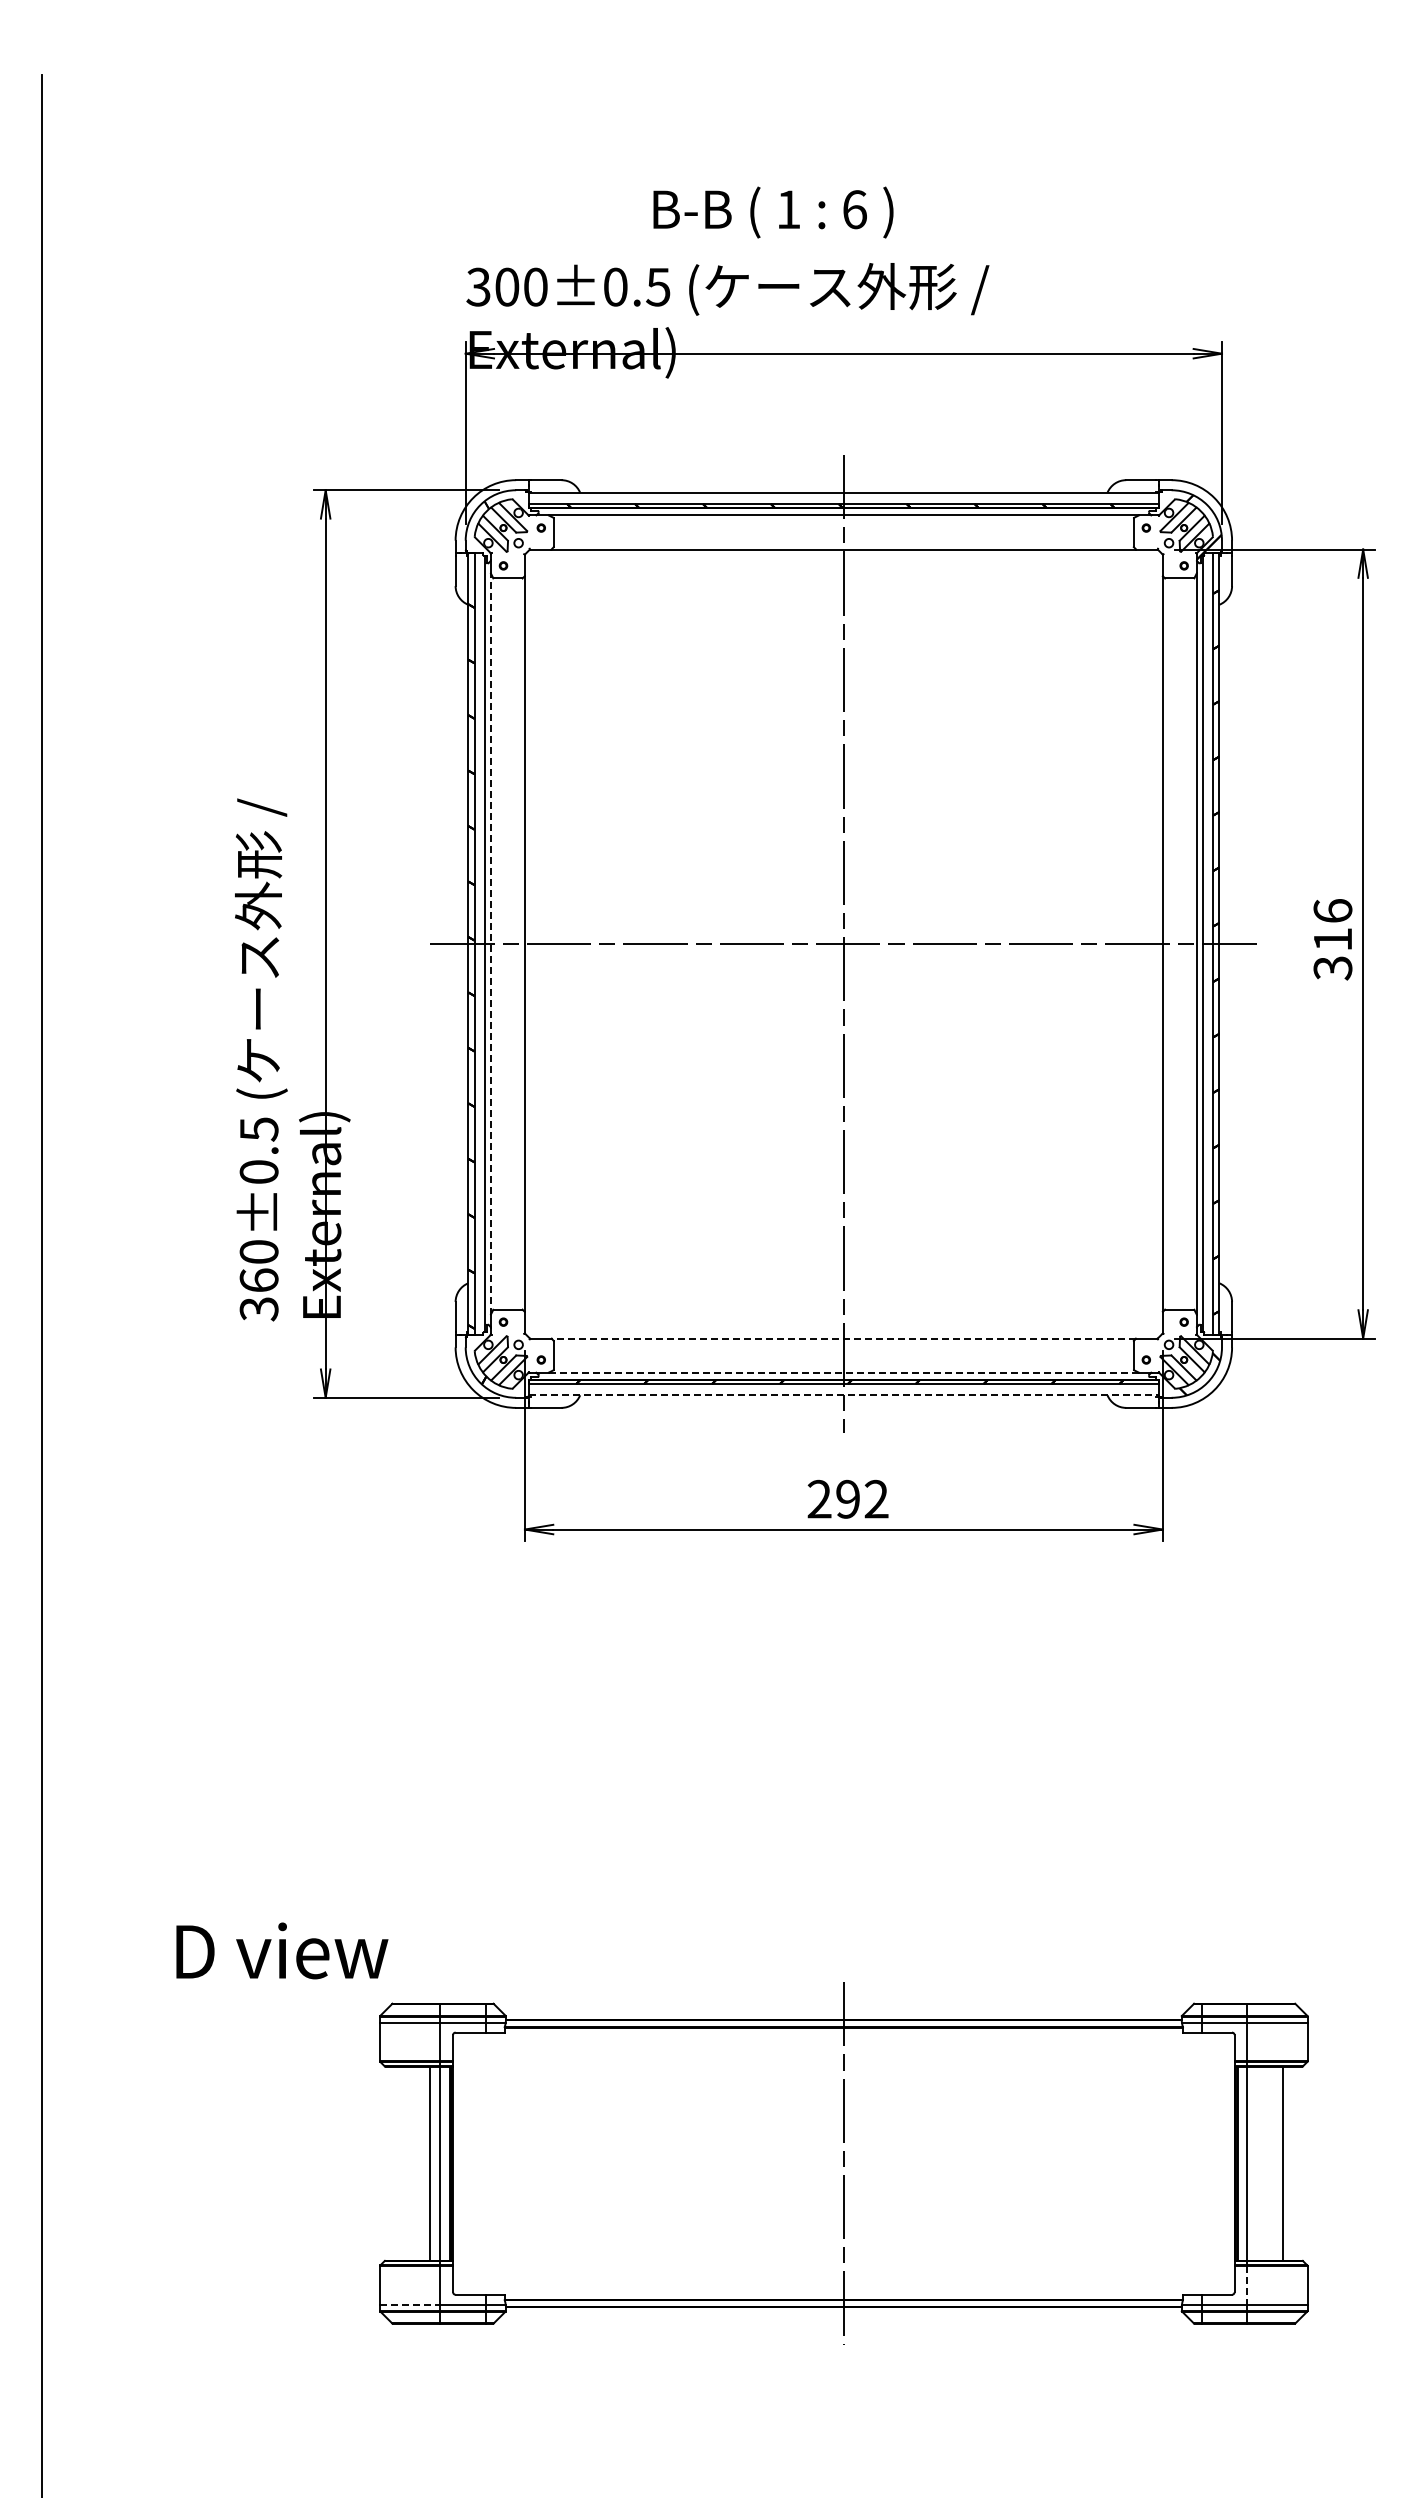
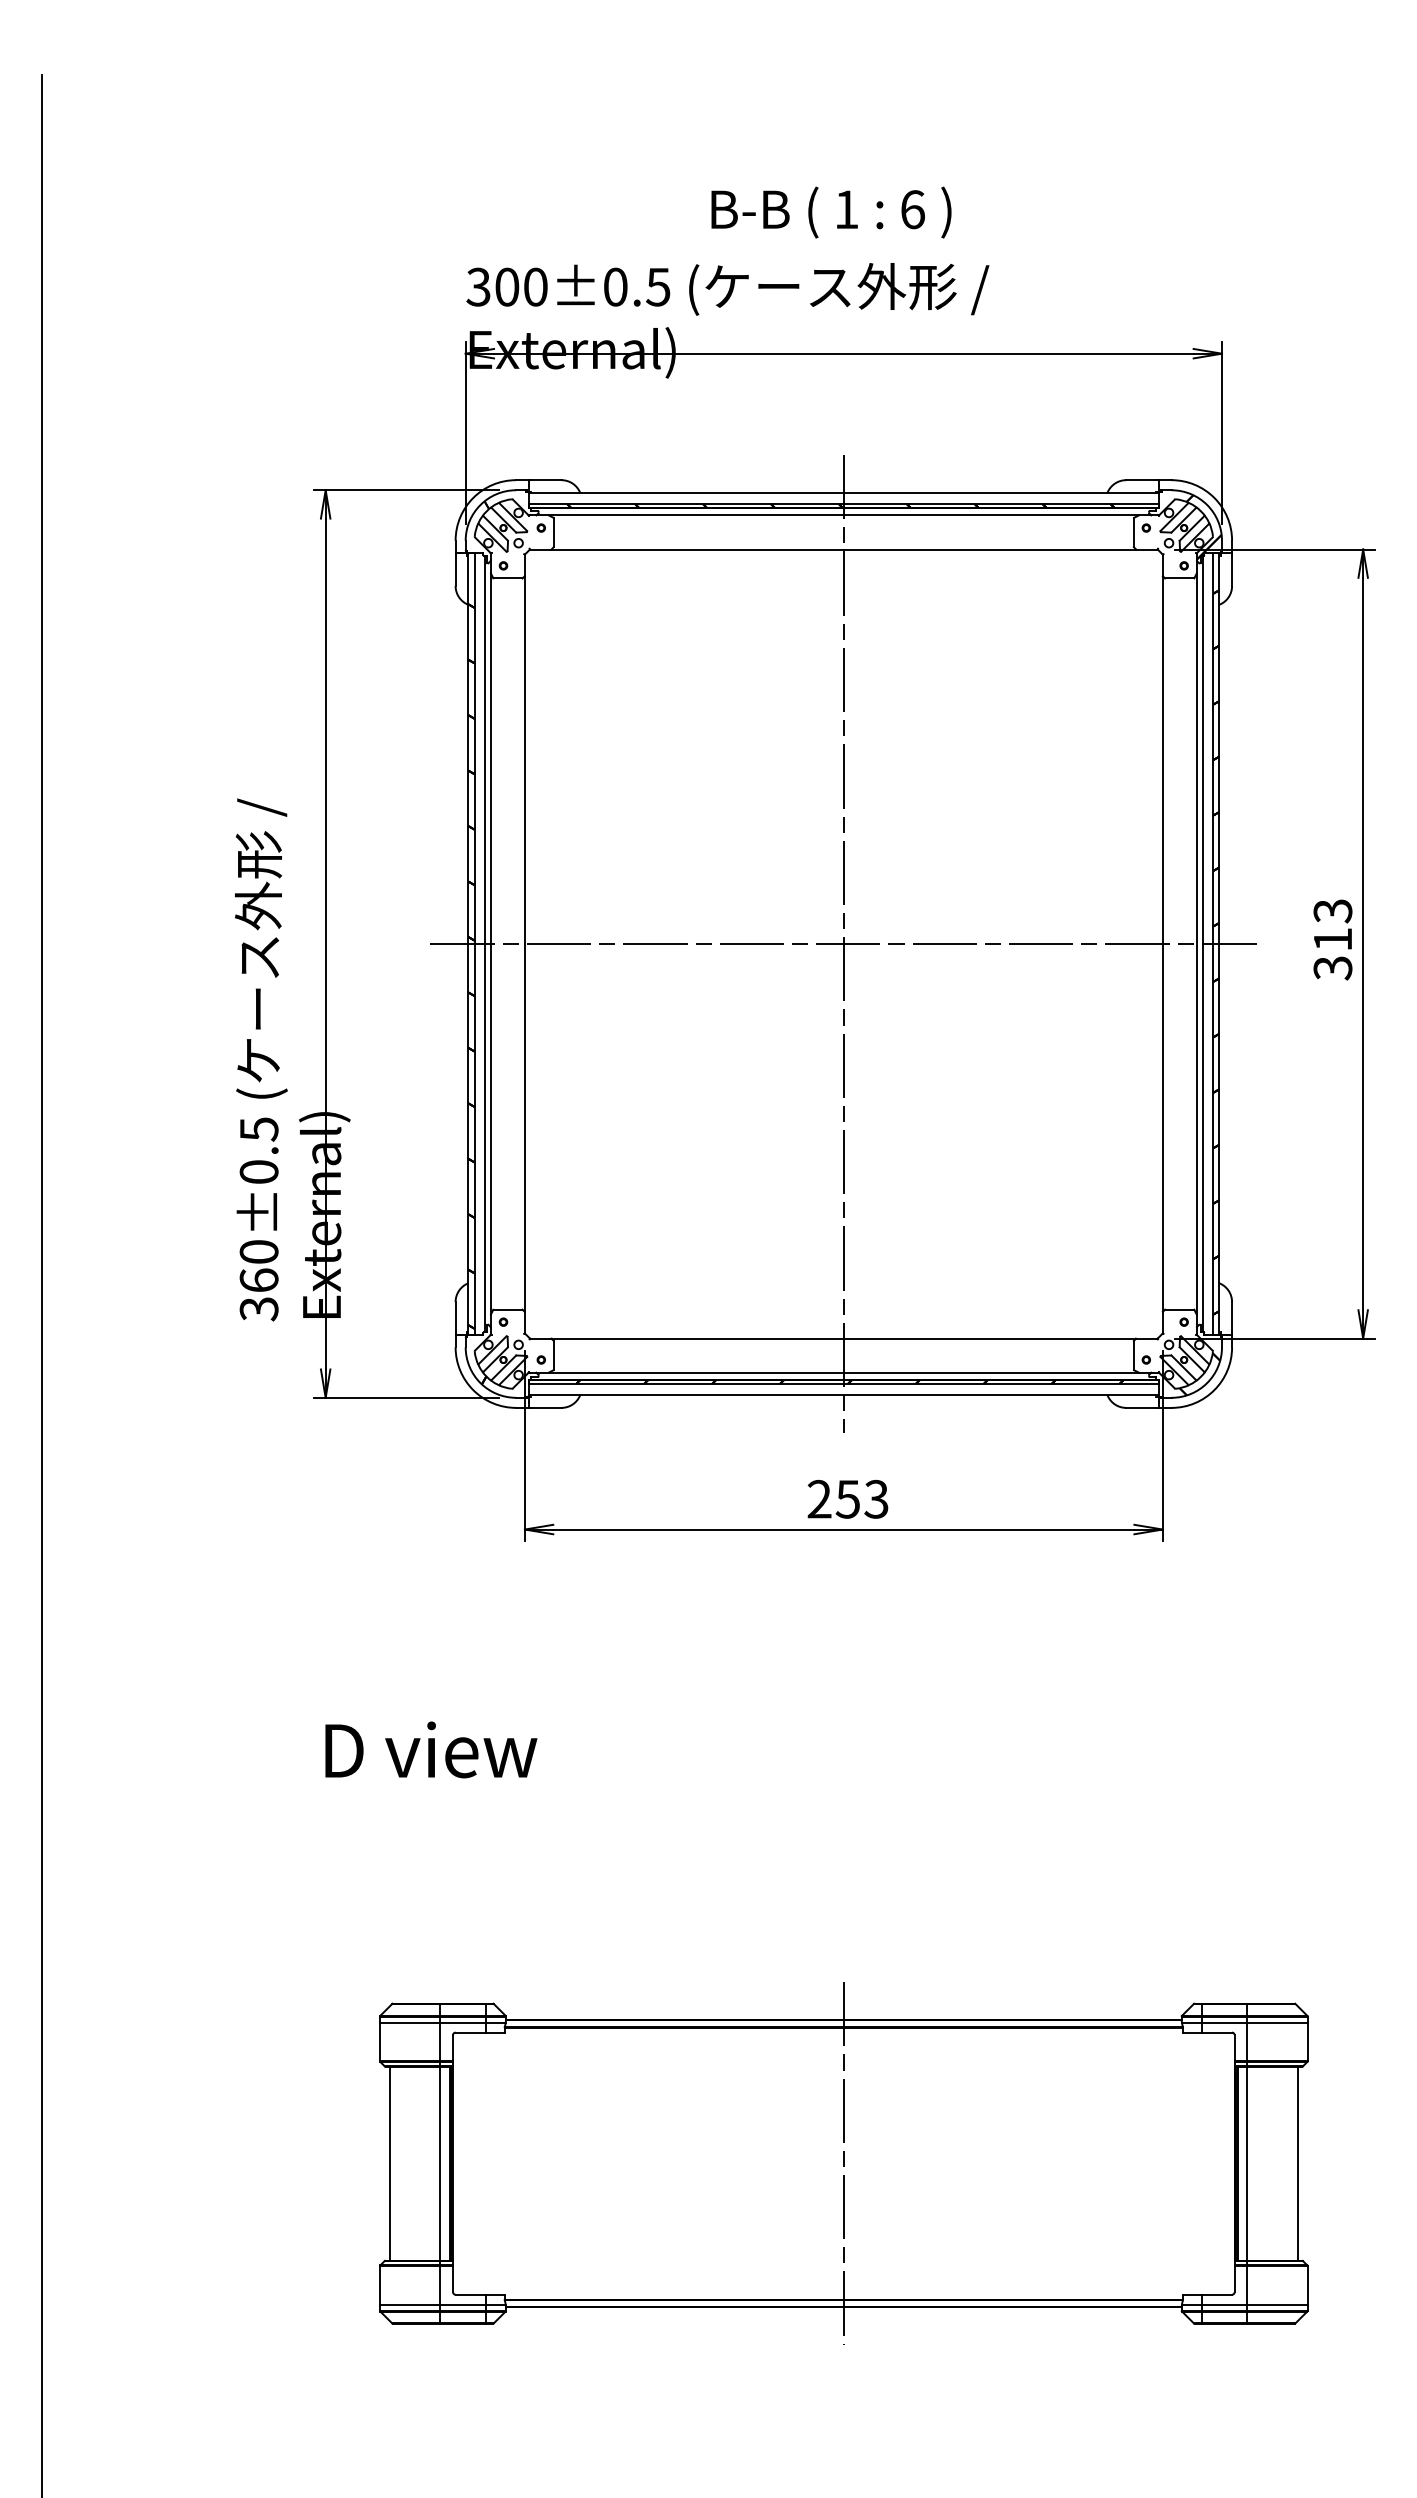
text at (773, 212) position: (773, 212) -> (831, 212)
text at (1332, 911): 316 -> 313
line at (490, 944): dashed -> solid
line at (843, 1338): dashed -> solid
line at (843, 1372): dashed -> solid
line at (844, 1395): dashed -> solid
text at (861, 1498): 292 -> 253
text at (282, 1950) position: (282, 1950) -> (431, 1749)
line at (430, 2163) position: (430, 2163) -> (390, 2163)
line at (1282, 2163) position: (1282, 2163) -> (1297, 2163)
line at (1247, 2286): dashed -> solid
line at (410, 2304): dashed -> solid
